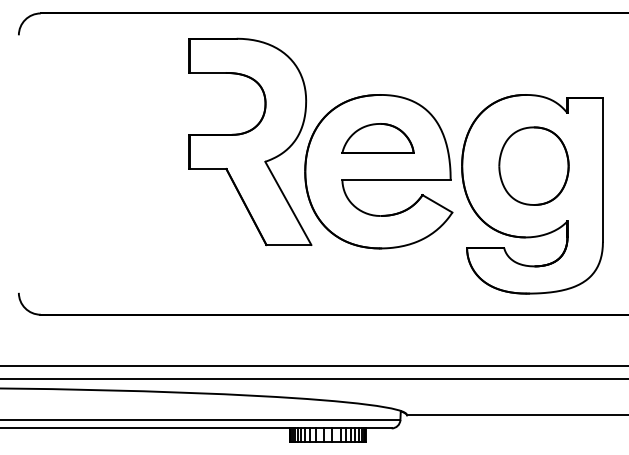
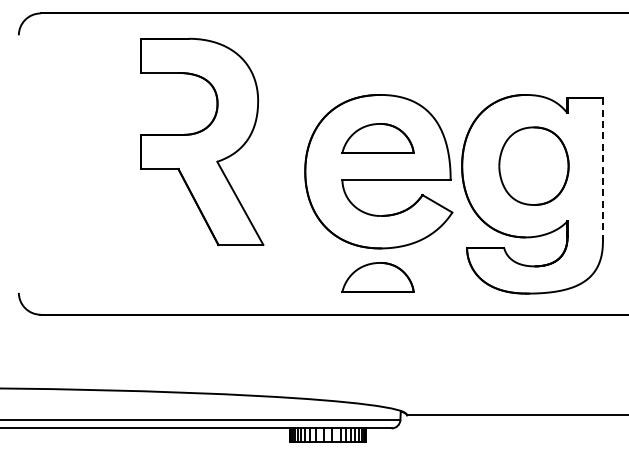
part at (250, 141) position: (250, 141) -> (202, 141)
line at (602, 170): solid -> dashed
part at (377, 277): none -> present
line at (313, 366): present -> none
line at (313, 379): present -> none
